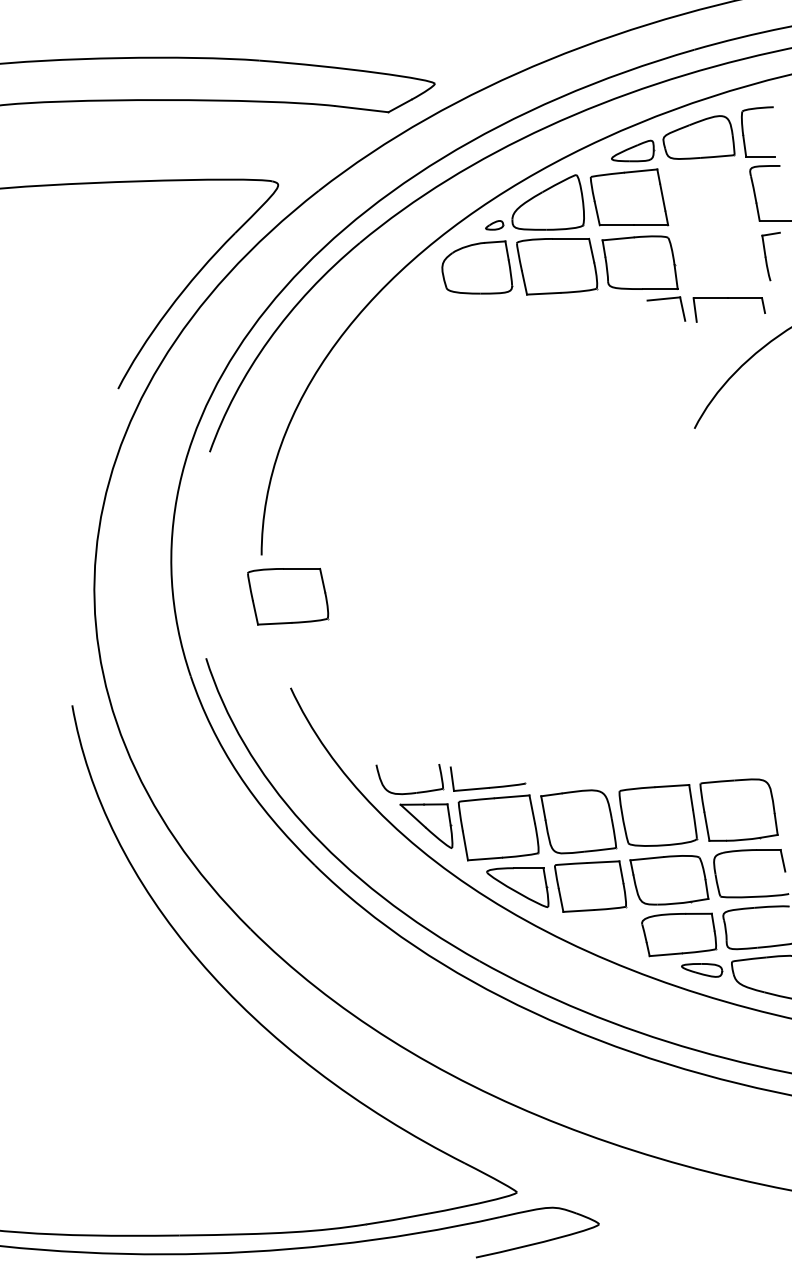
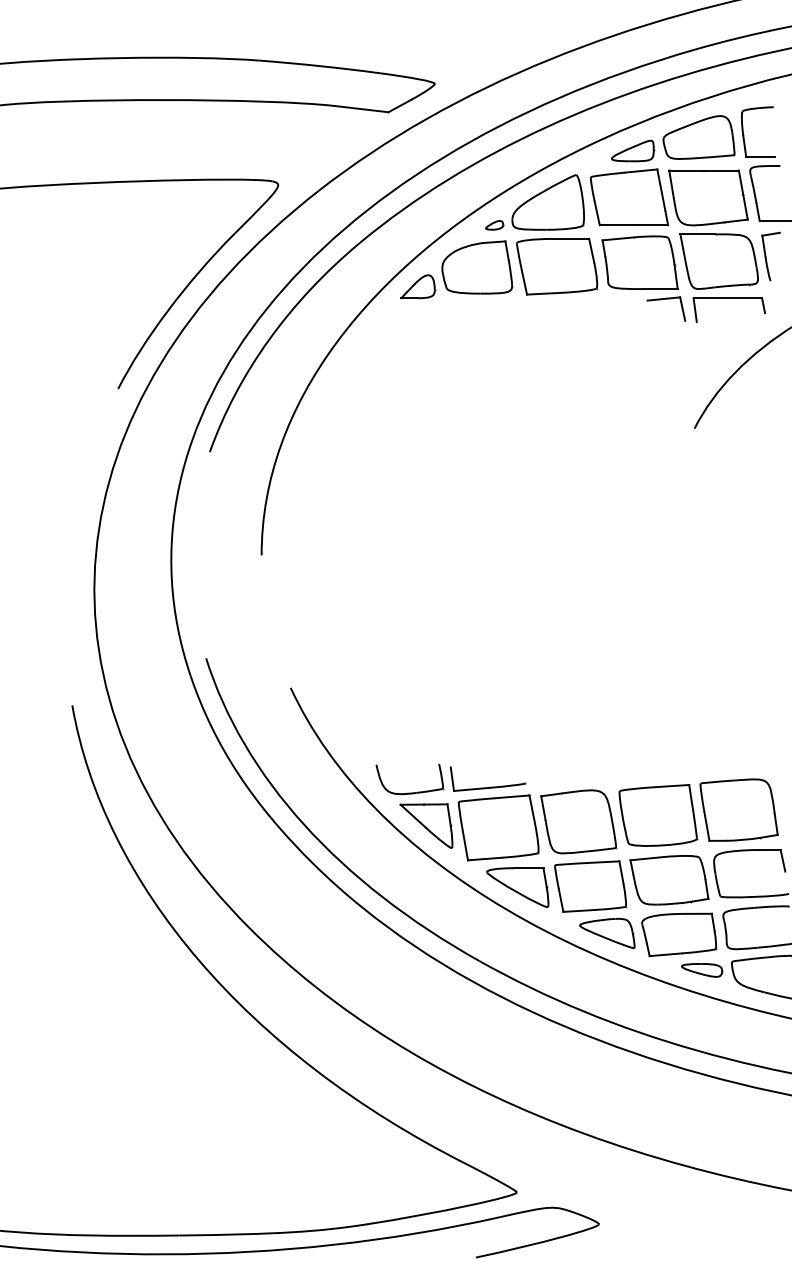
part at (713, 229): none -> present
part at (418, 286): none -> present
part at (288, 596): present -> none
part at (607, 933): none -> present
